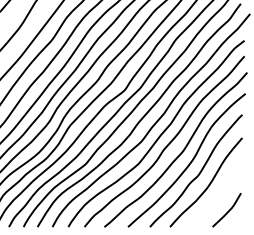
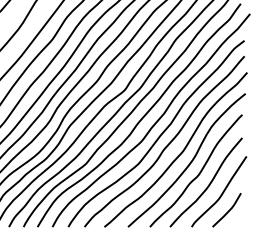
curve at (221, 193): none -> present
